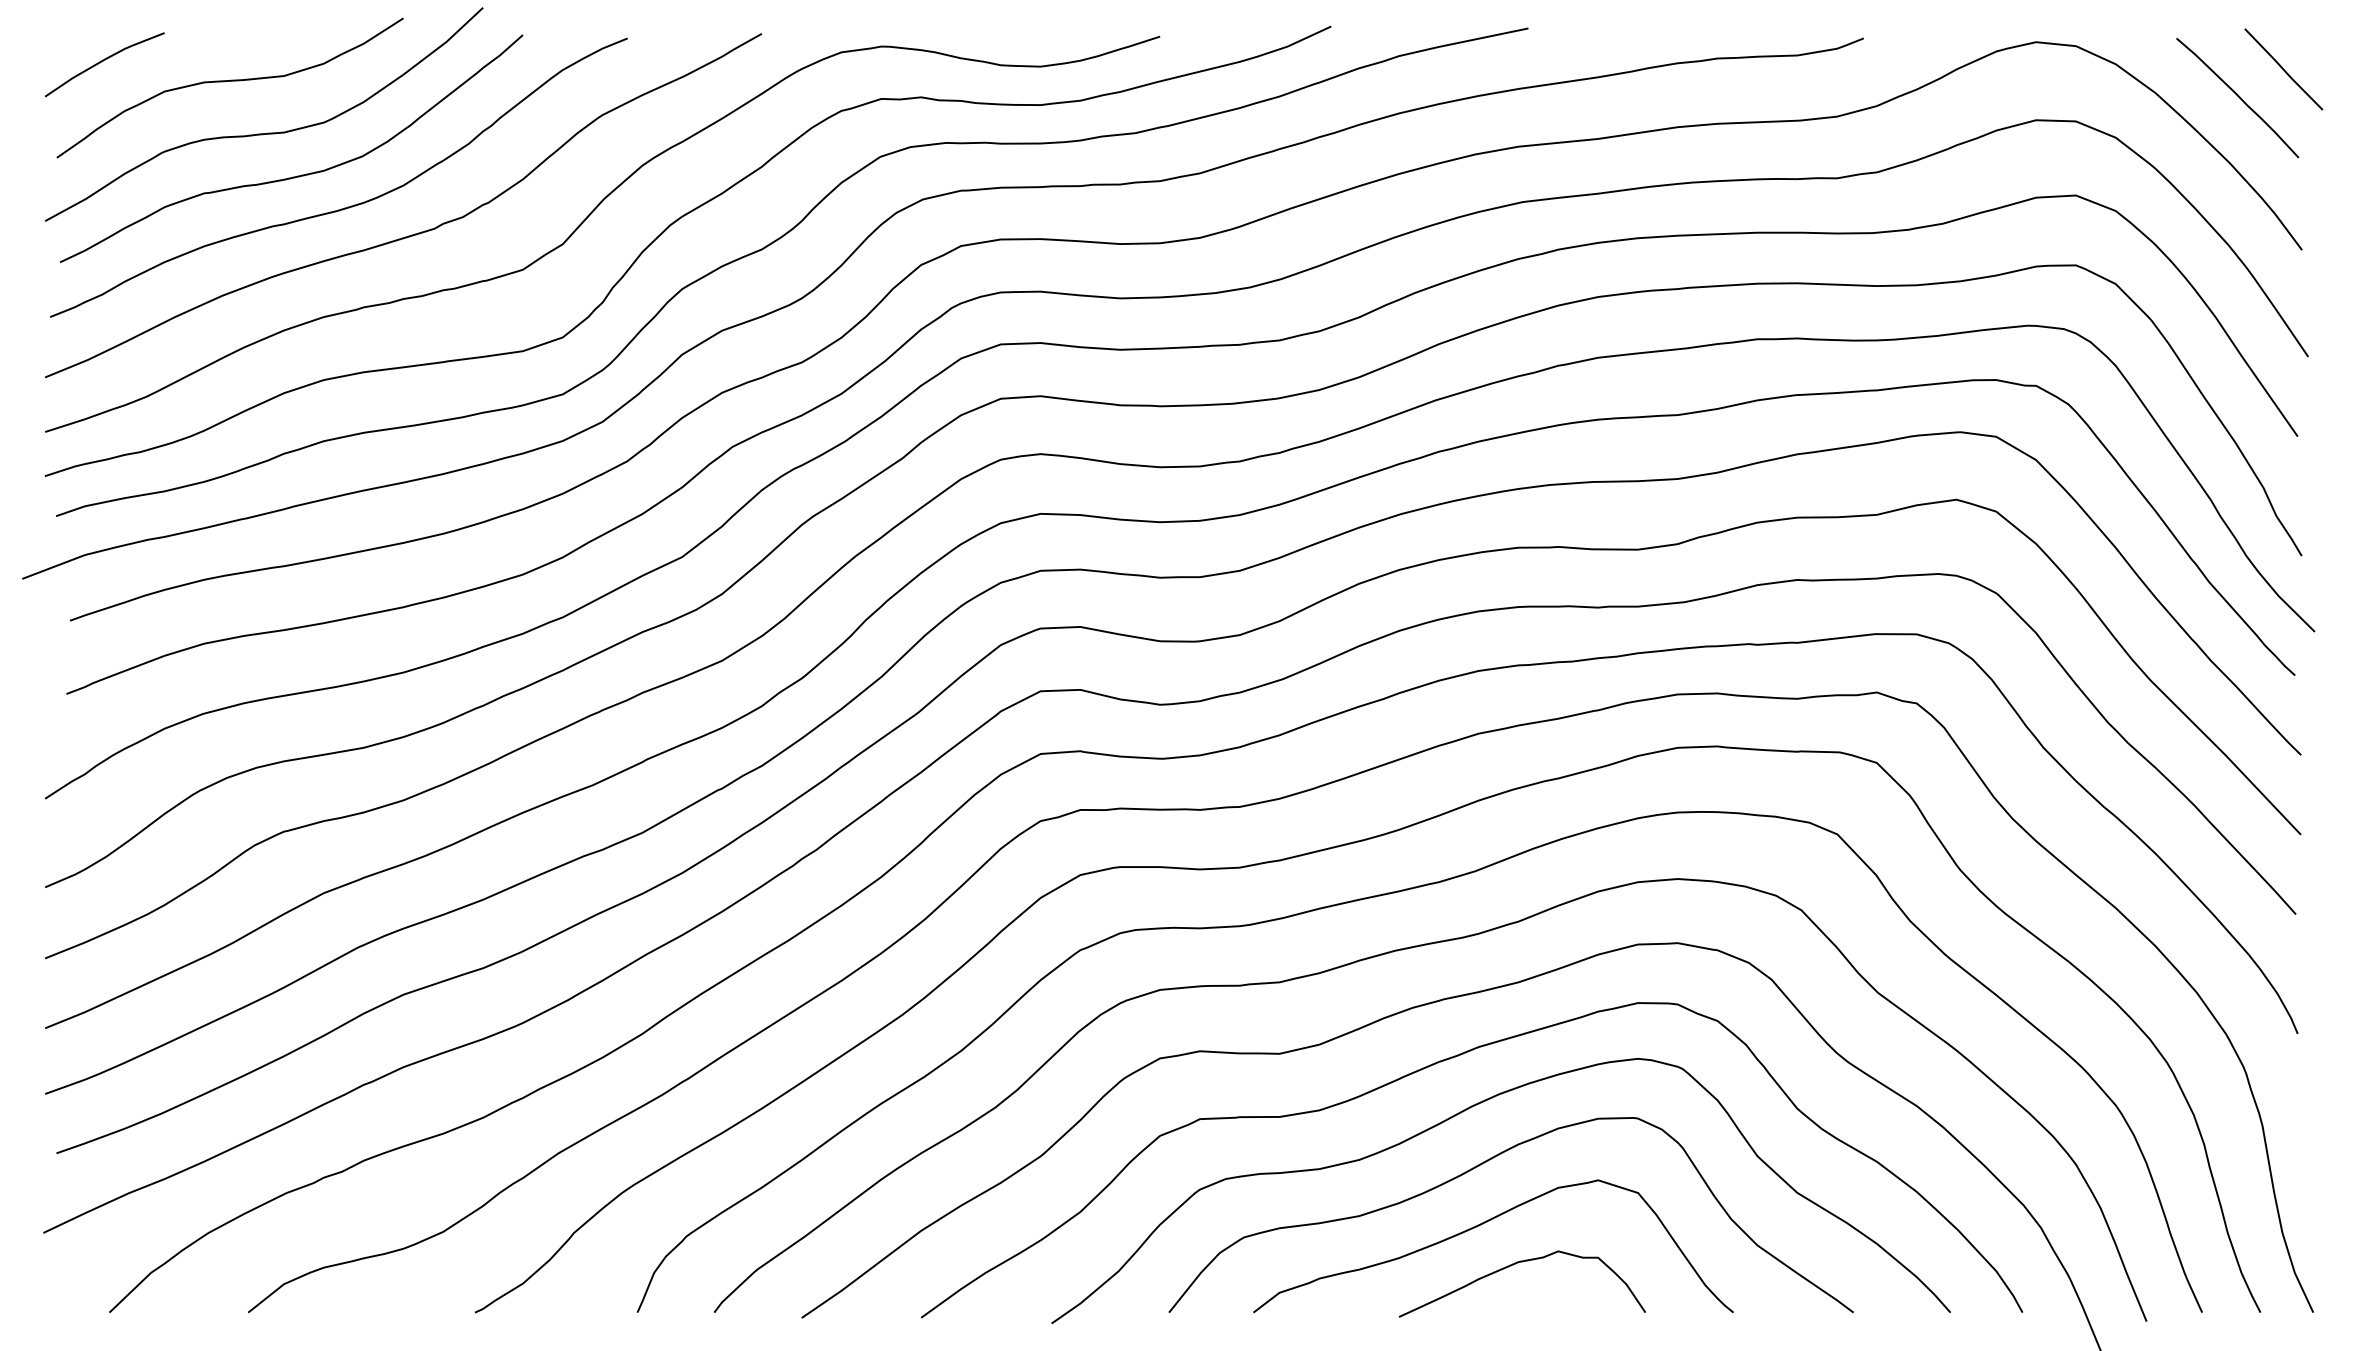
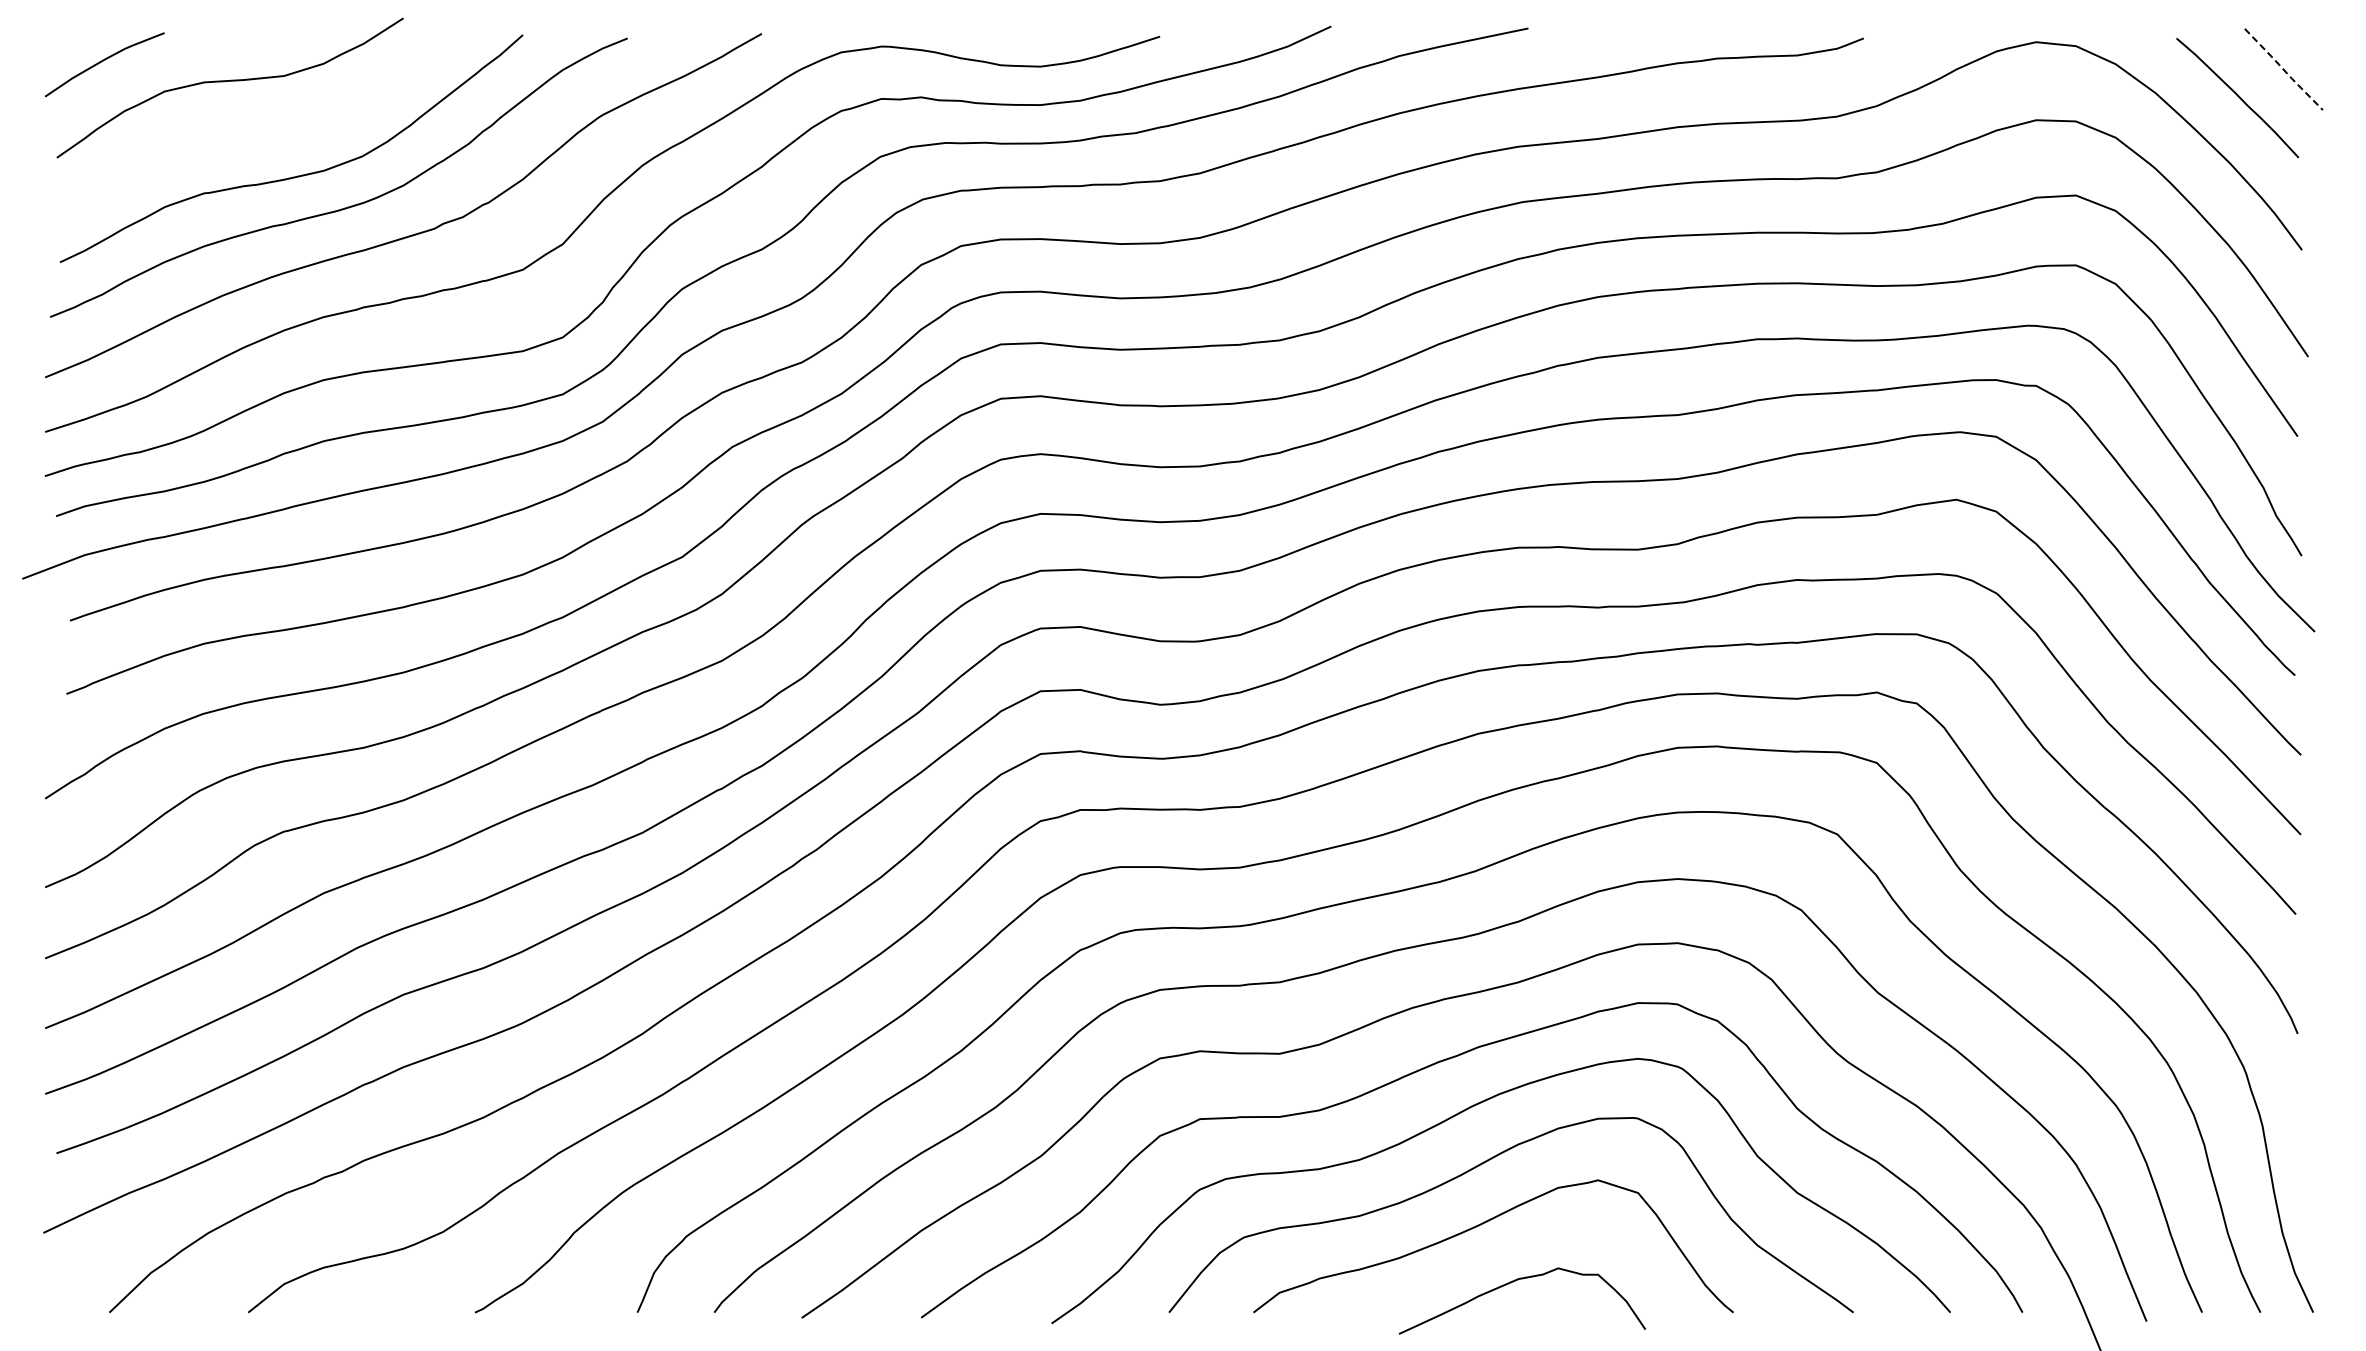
line at (2283, 69): solid -> dashed
curve at (267, 132): present -> none
curve at (1513, 1265) position: (1513, 1265) -> (1513, 1282)
